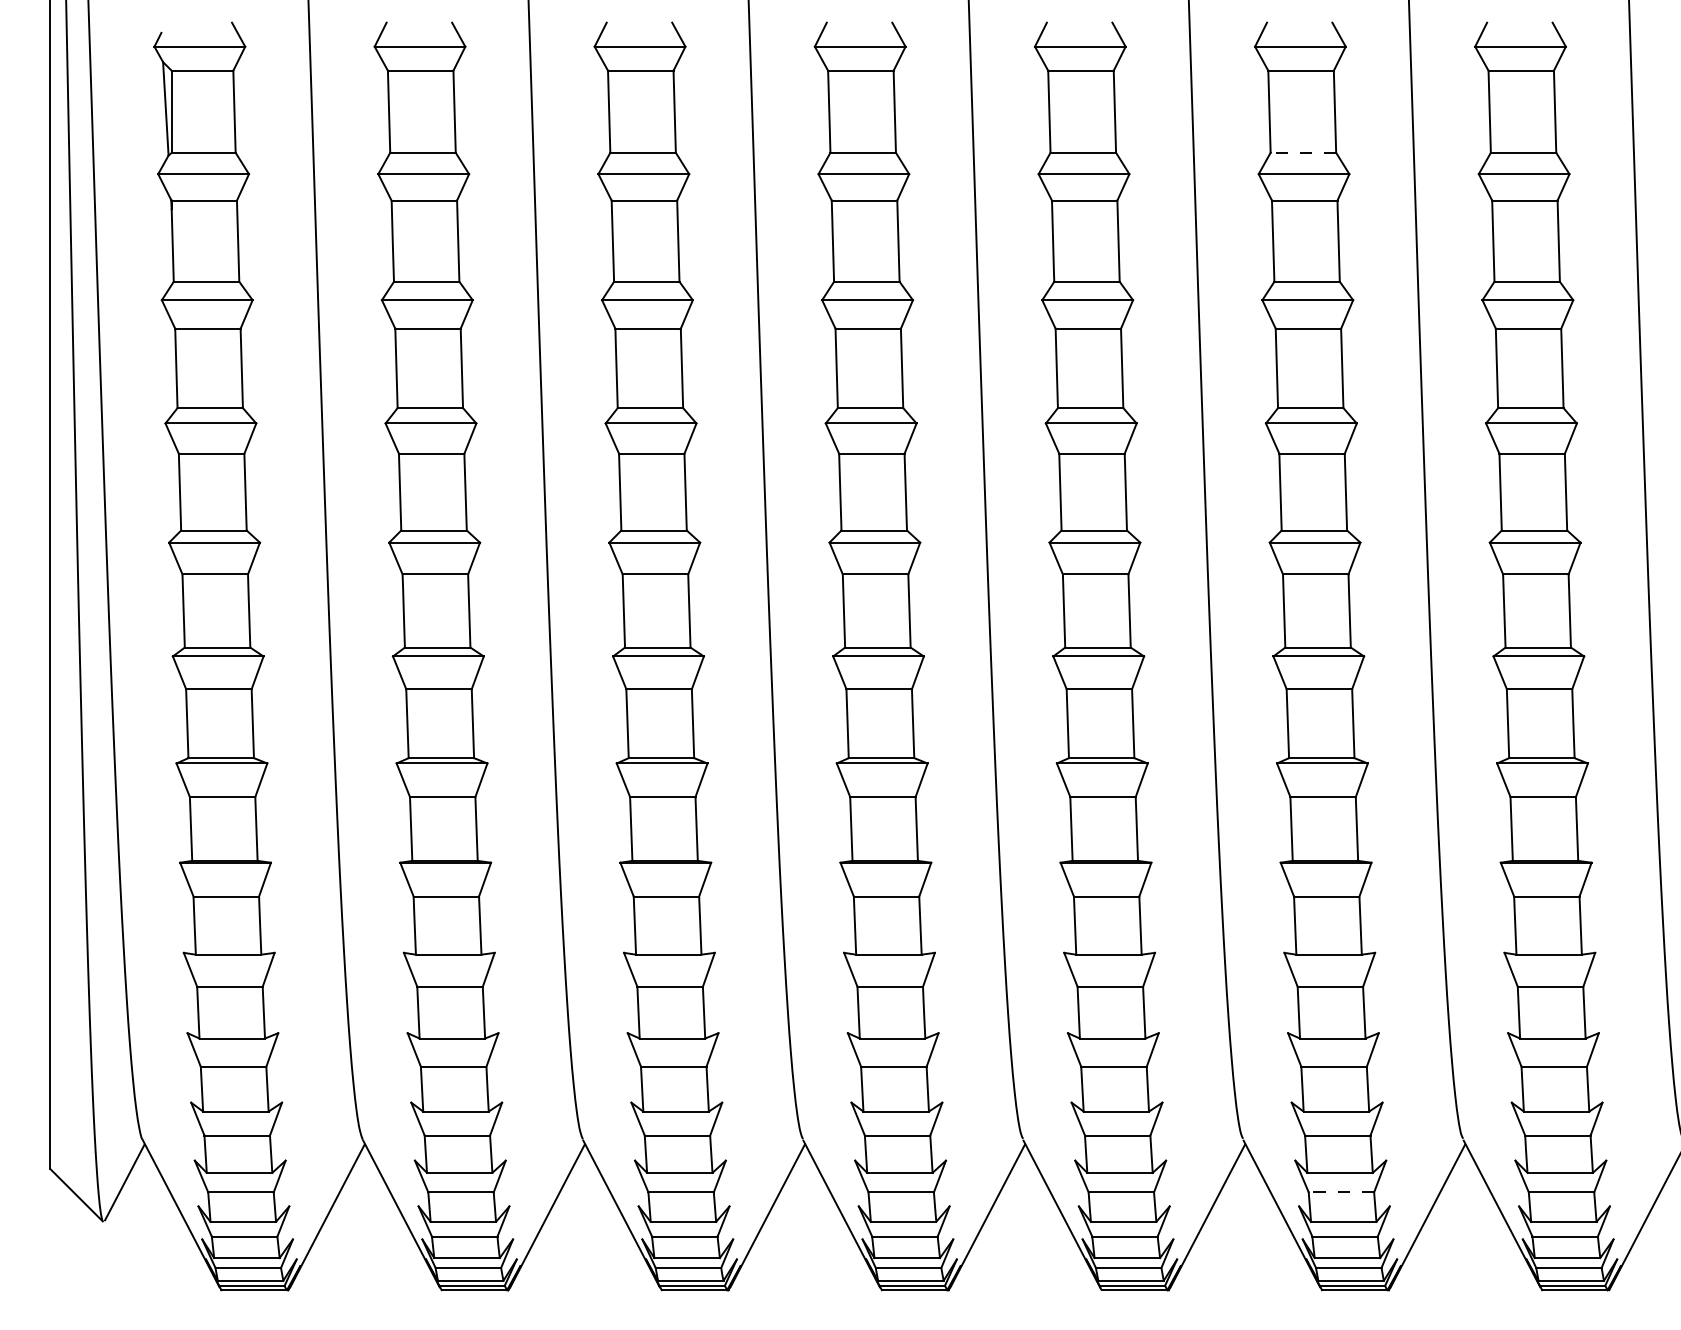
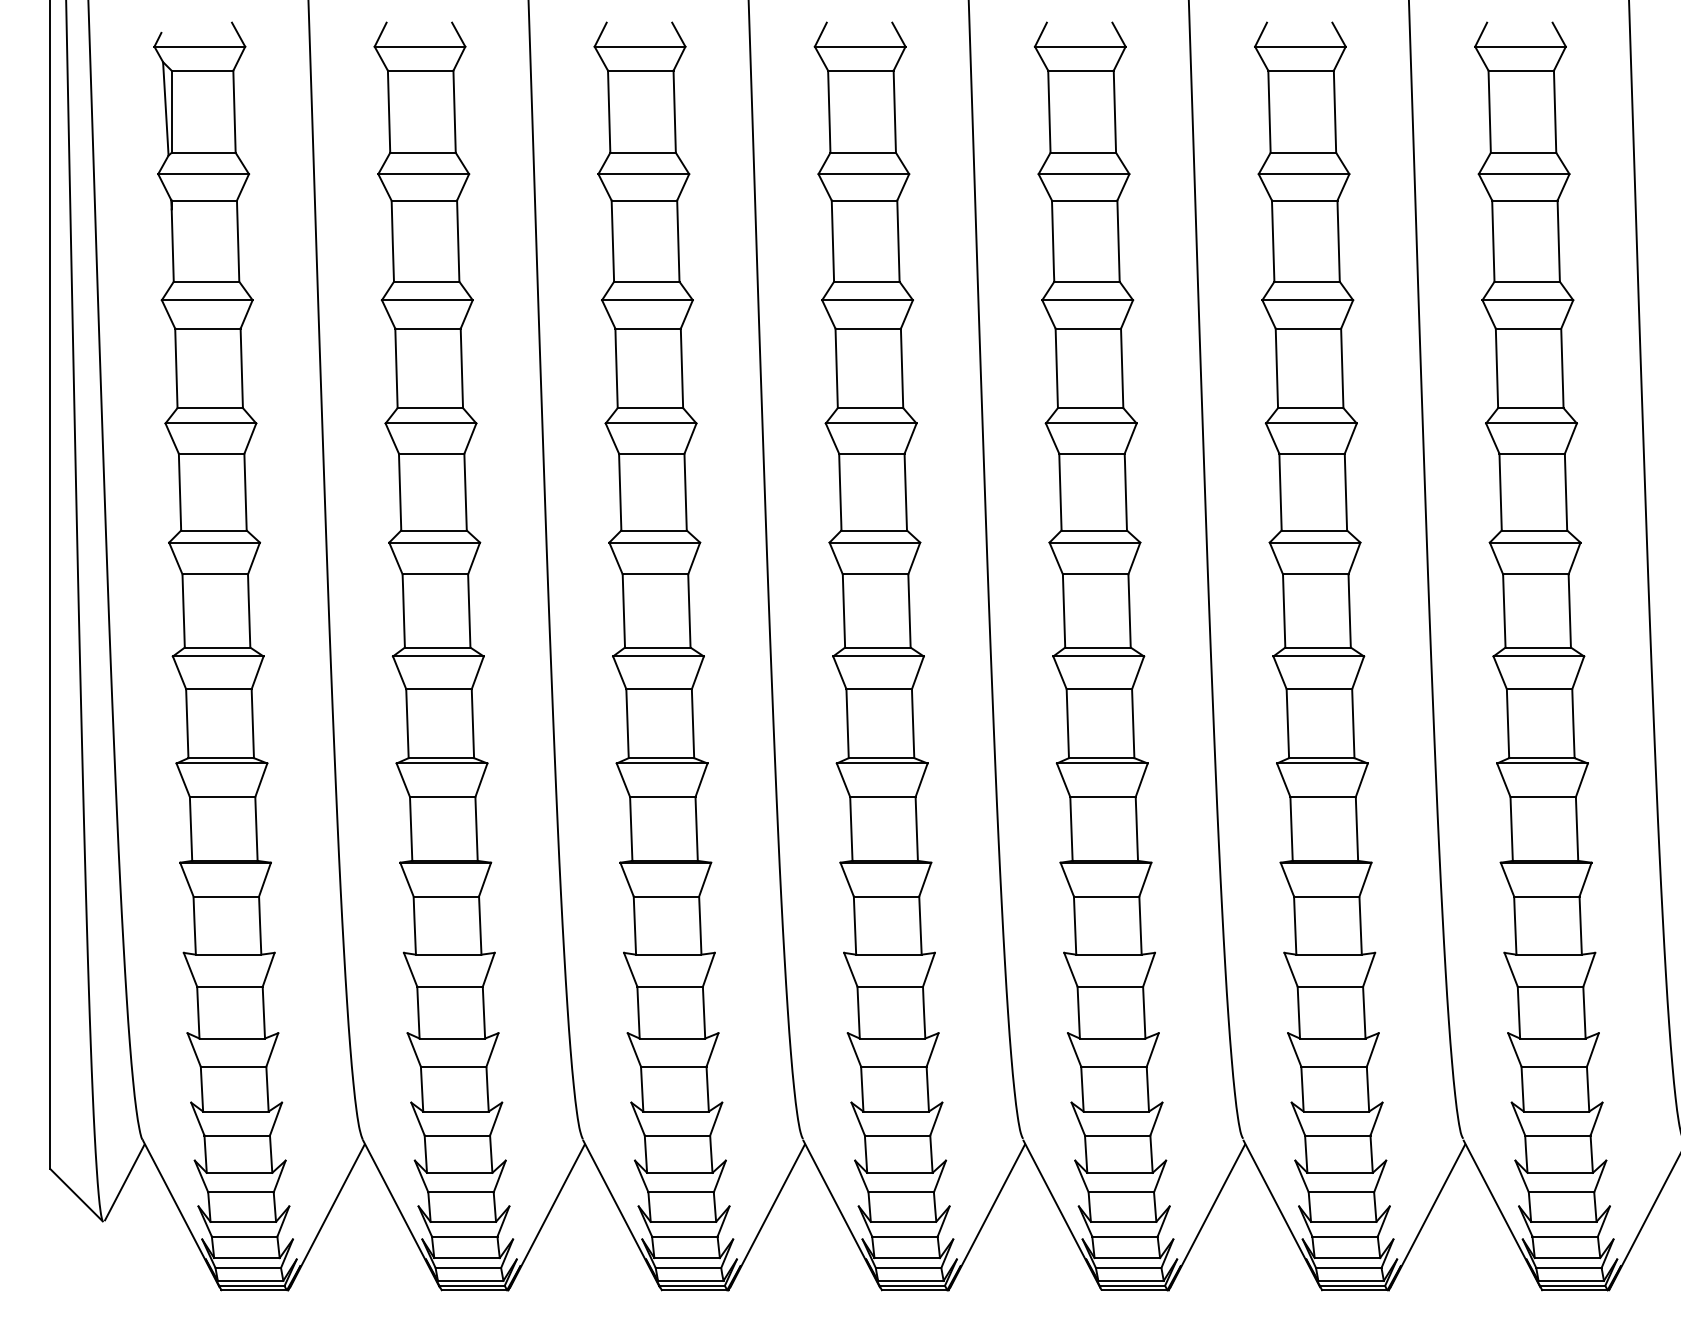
line at (1303, 152): dashed -> solid
line at (1341, 1192): dashed -> solid
